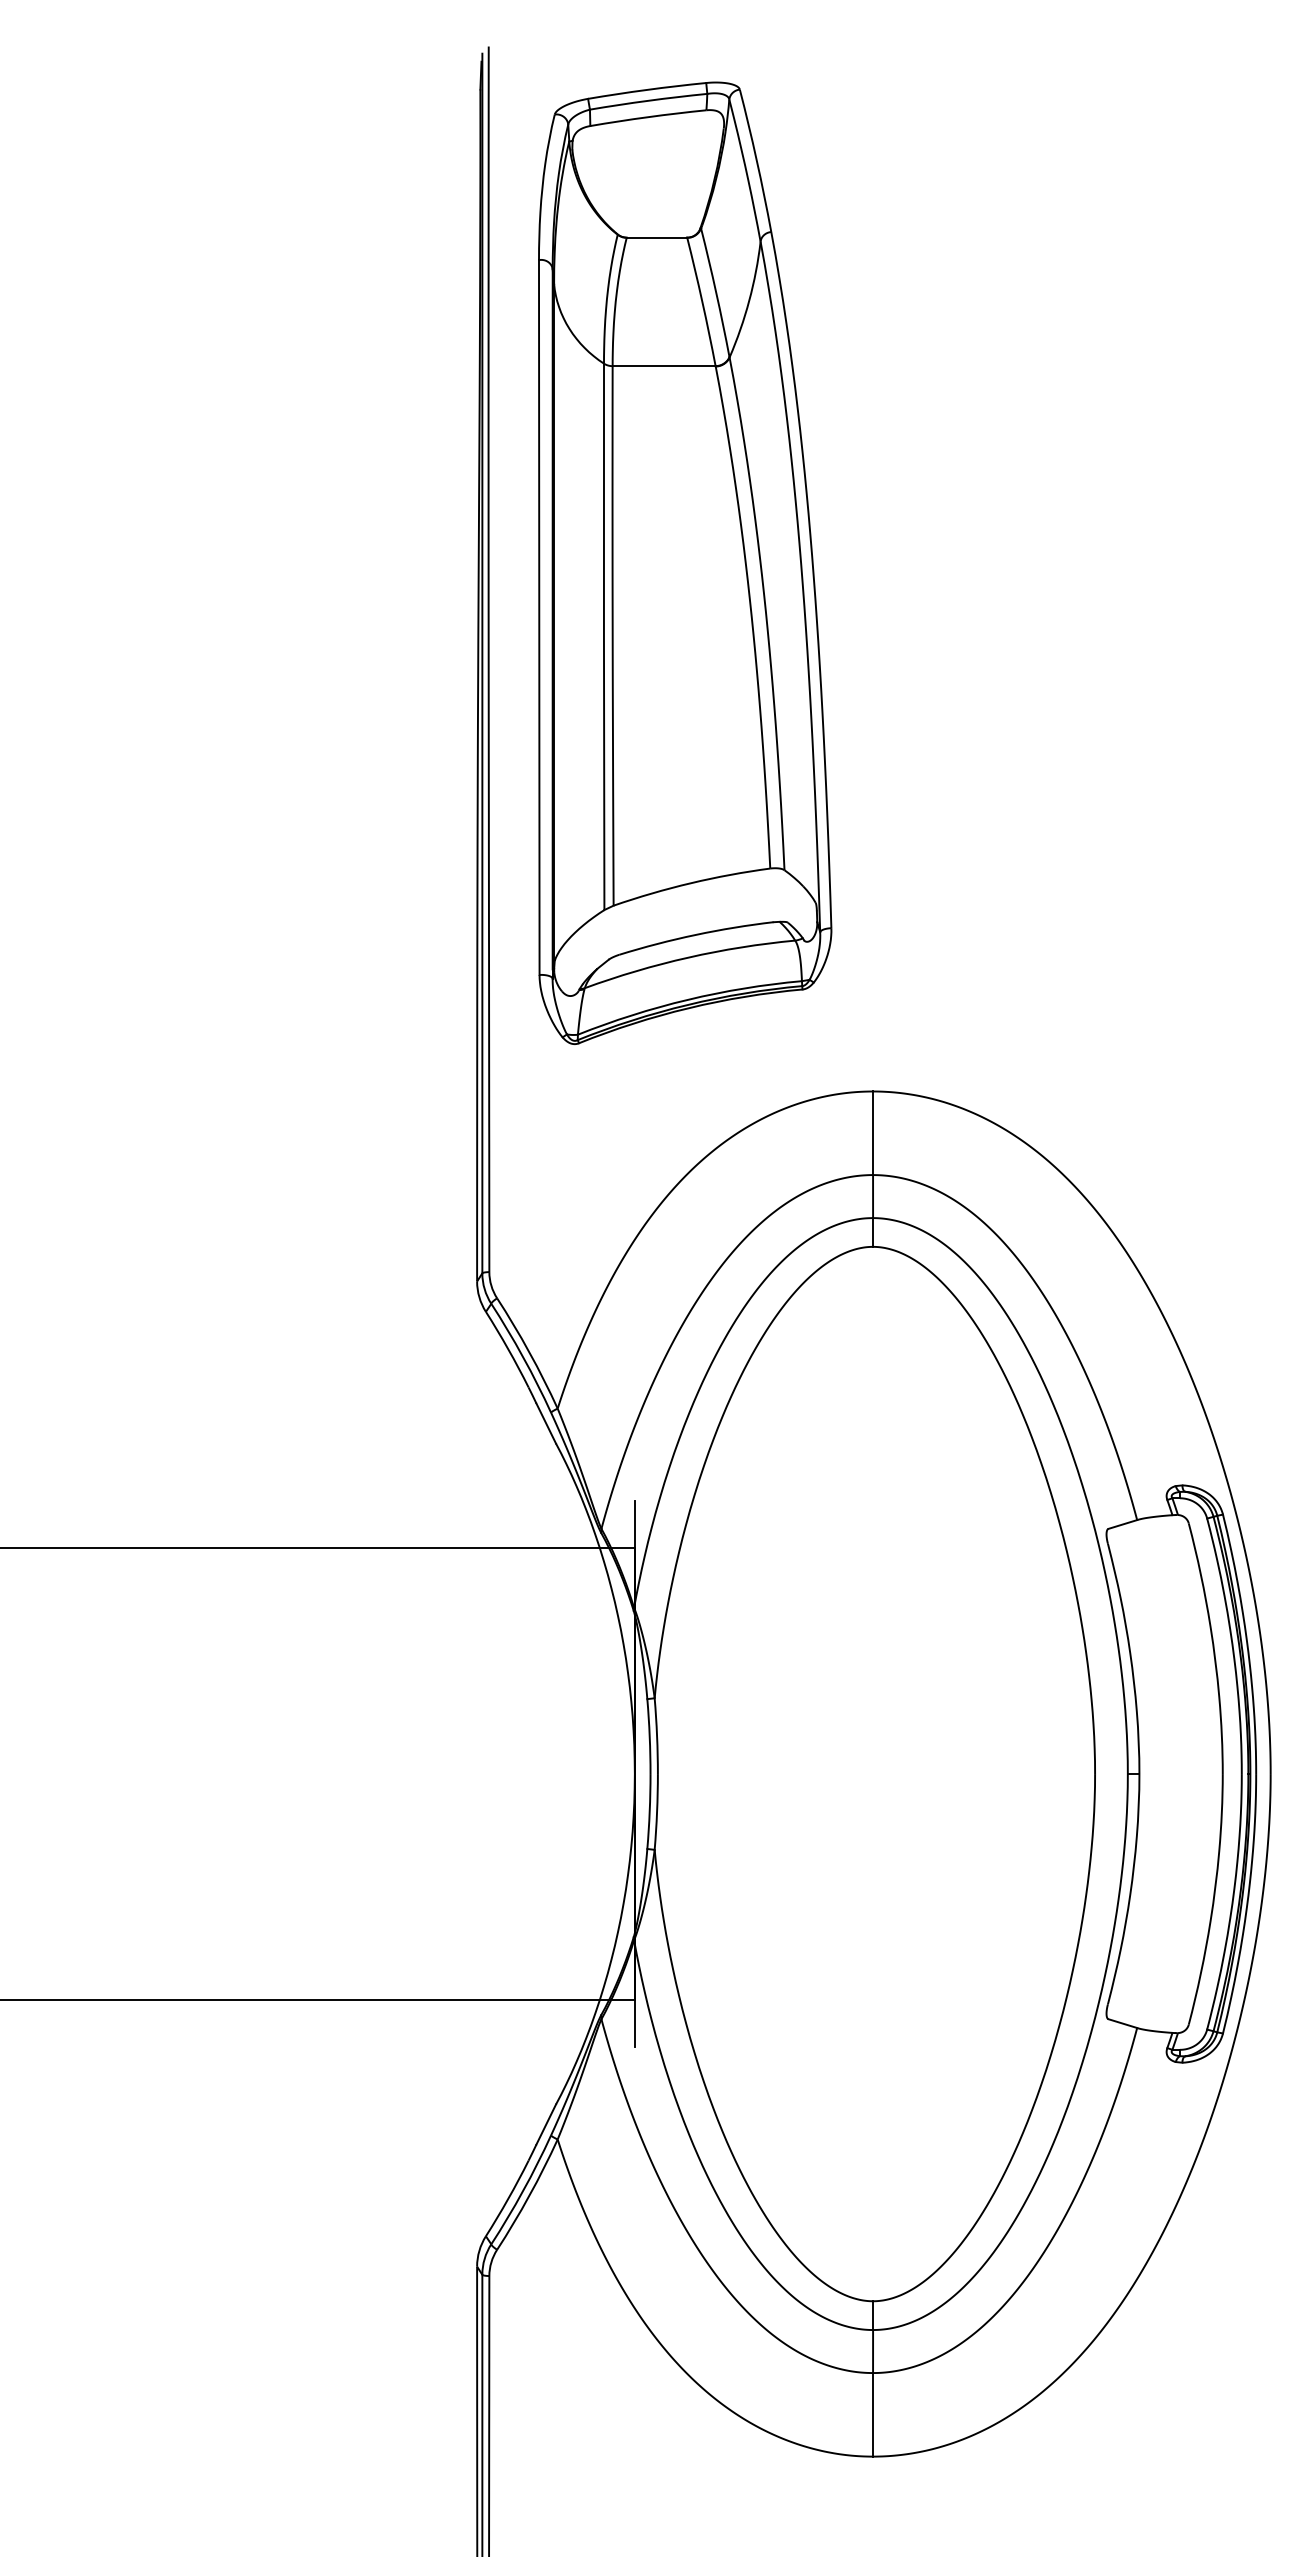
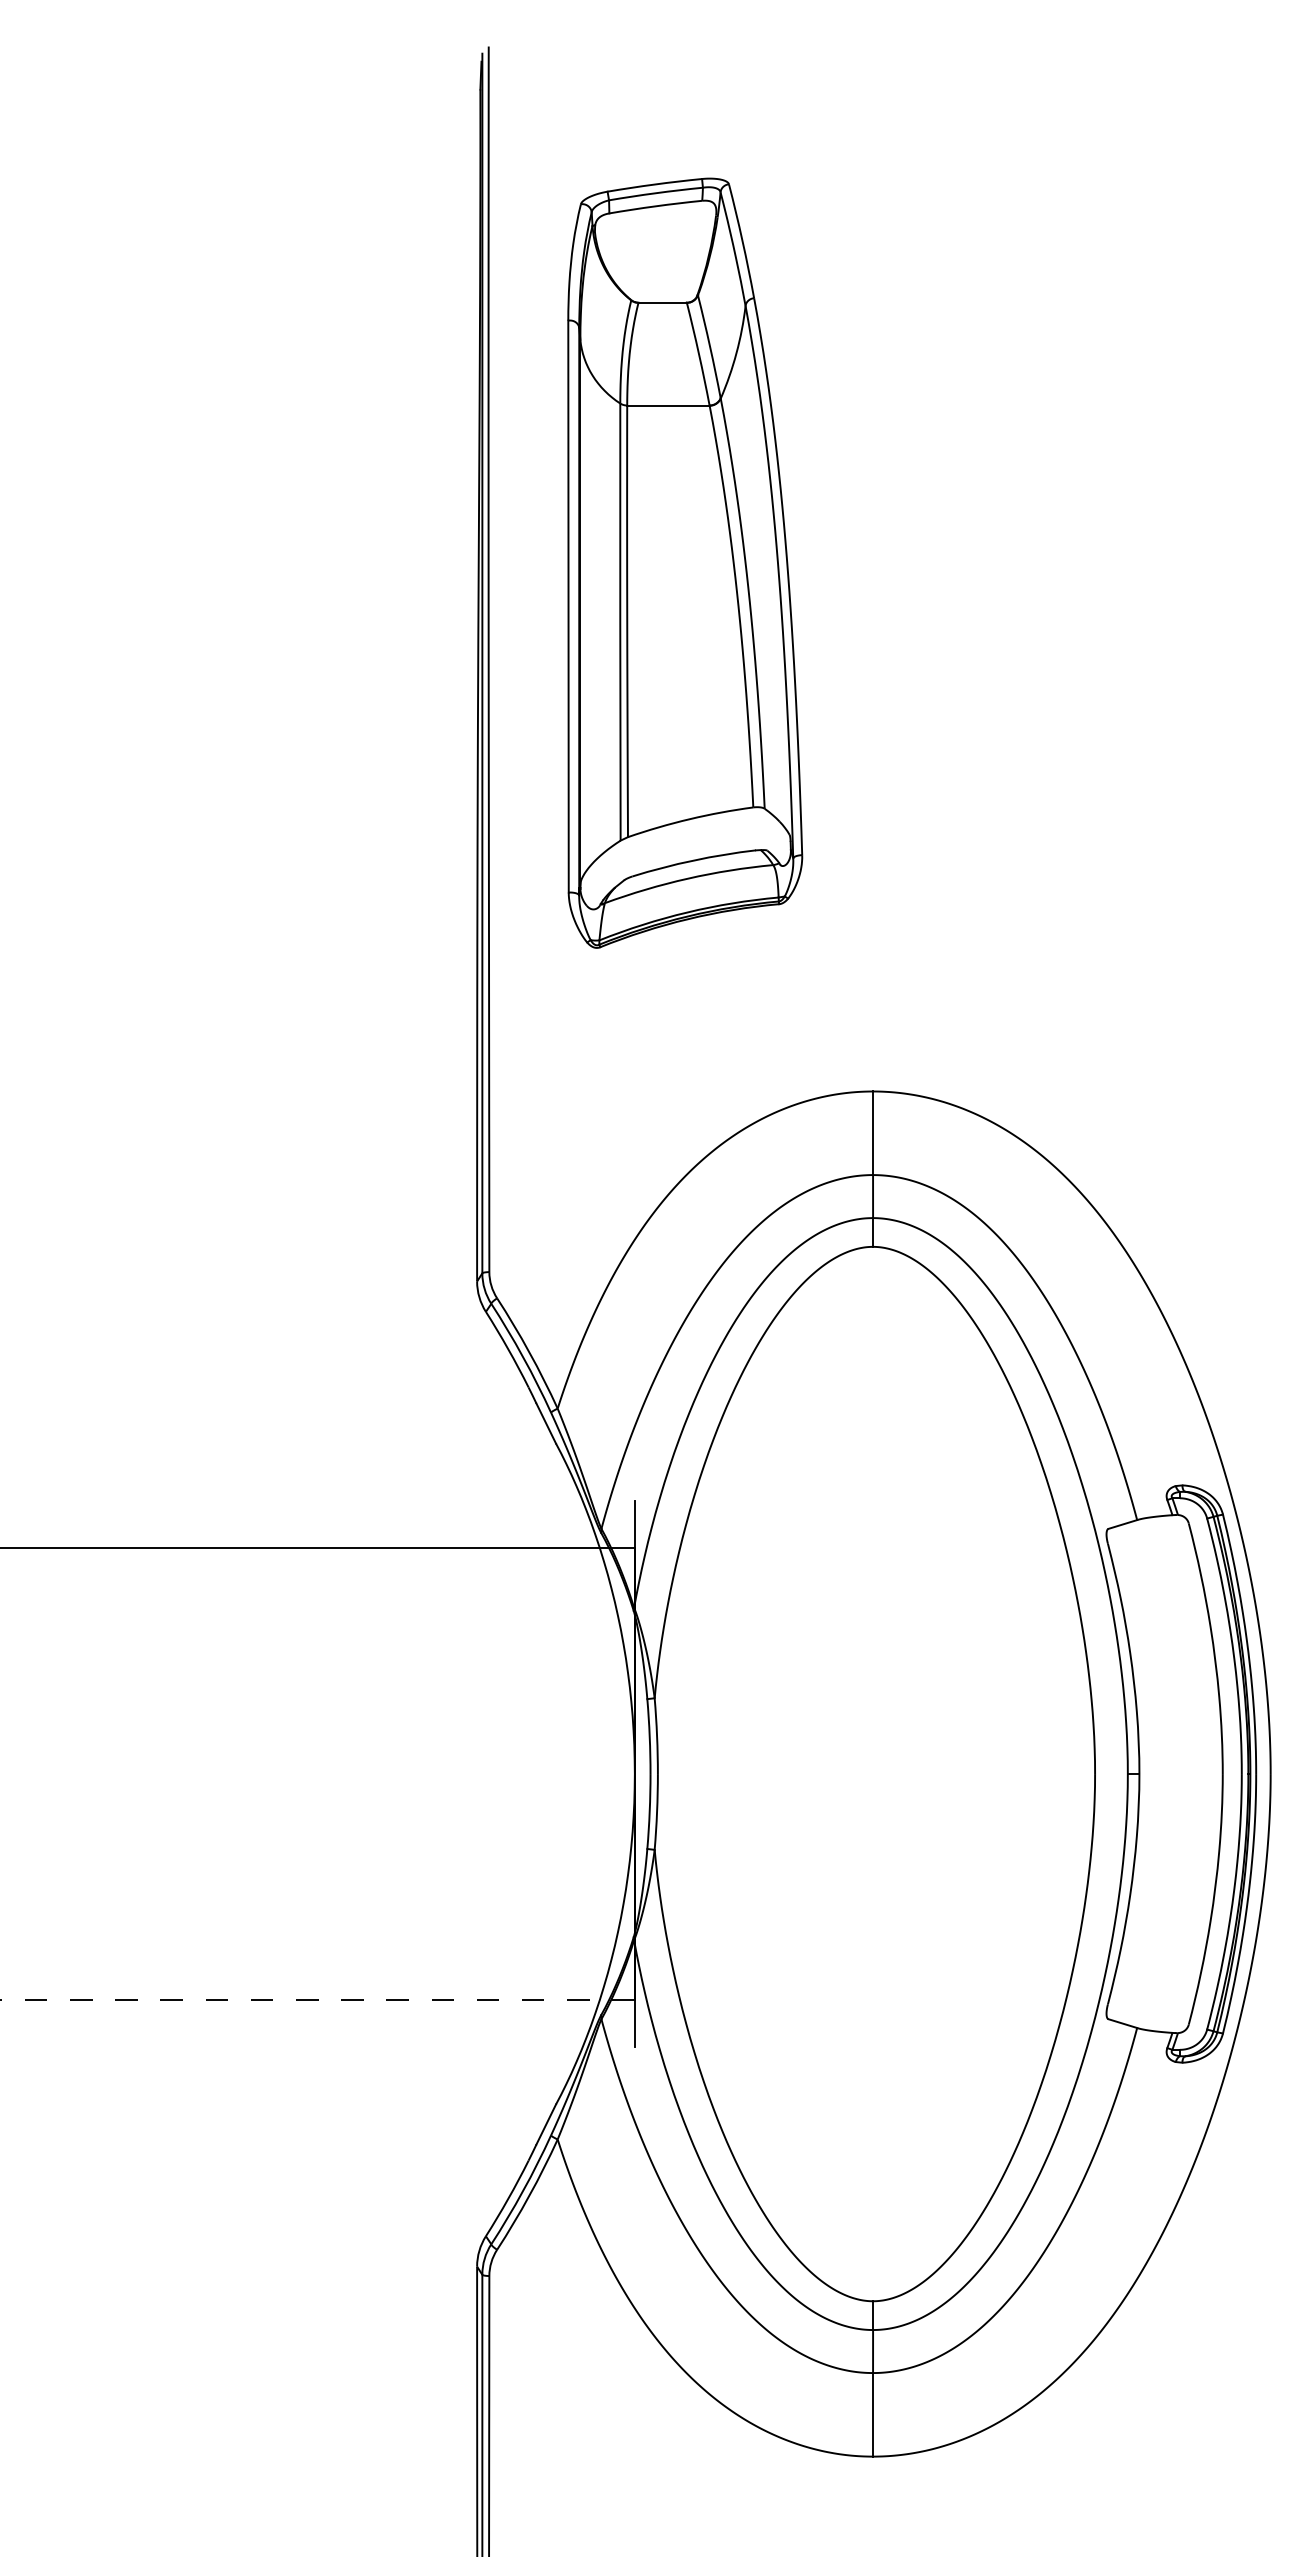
part at (685, 562) size: 295x964 px -> 237x772 px
line at (317, 1999): solid -> dashed
